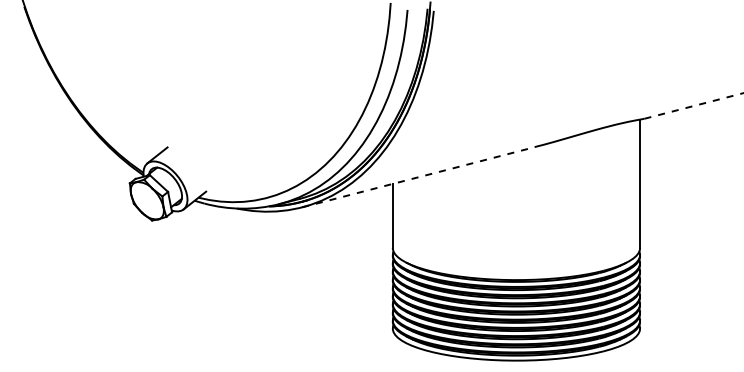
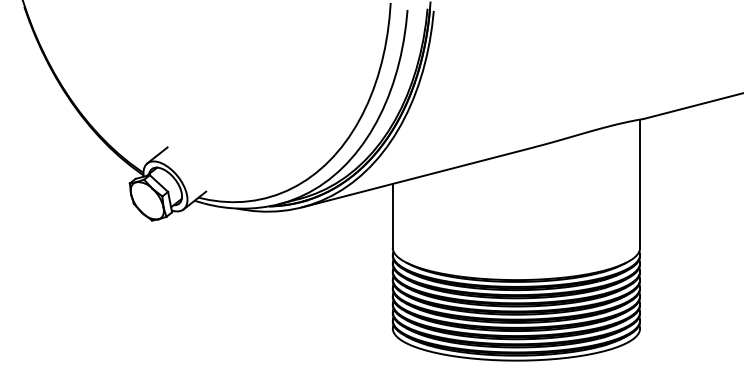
line at (693, 106): dashed -> solid
line at (418, 177): dashed -> solid
